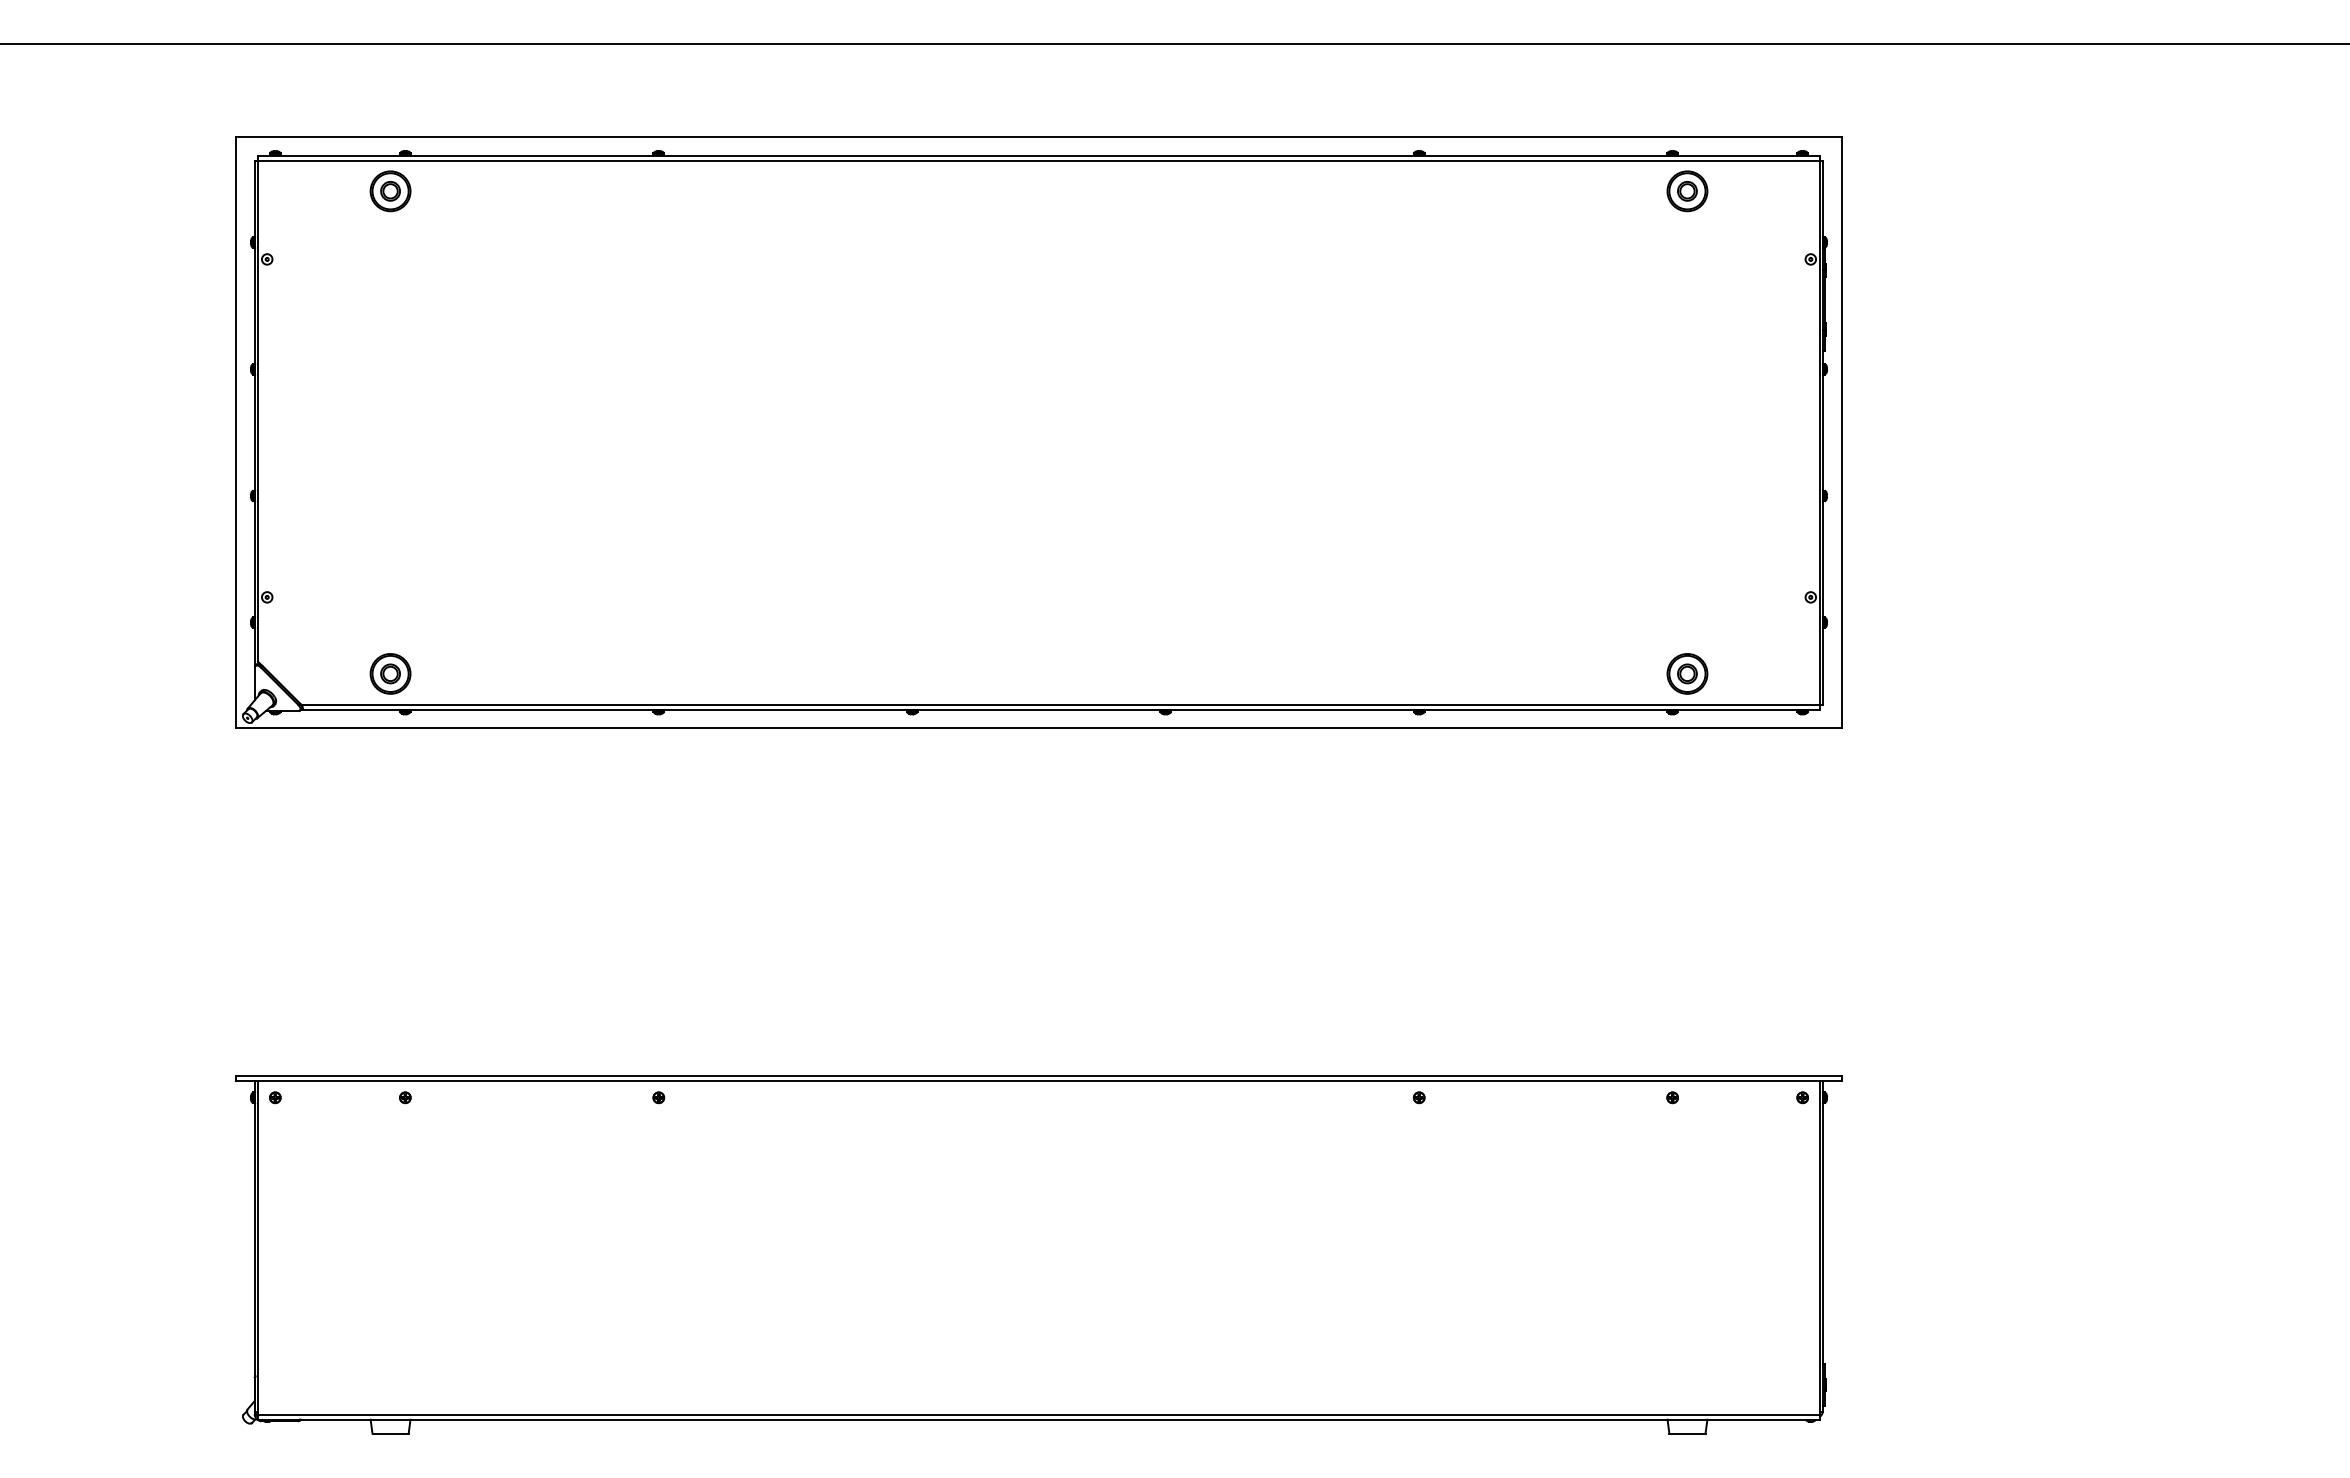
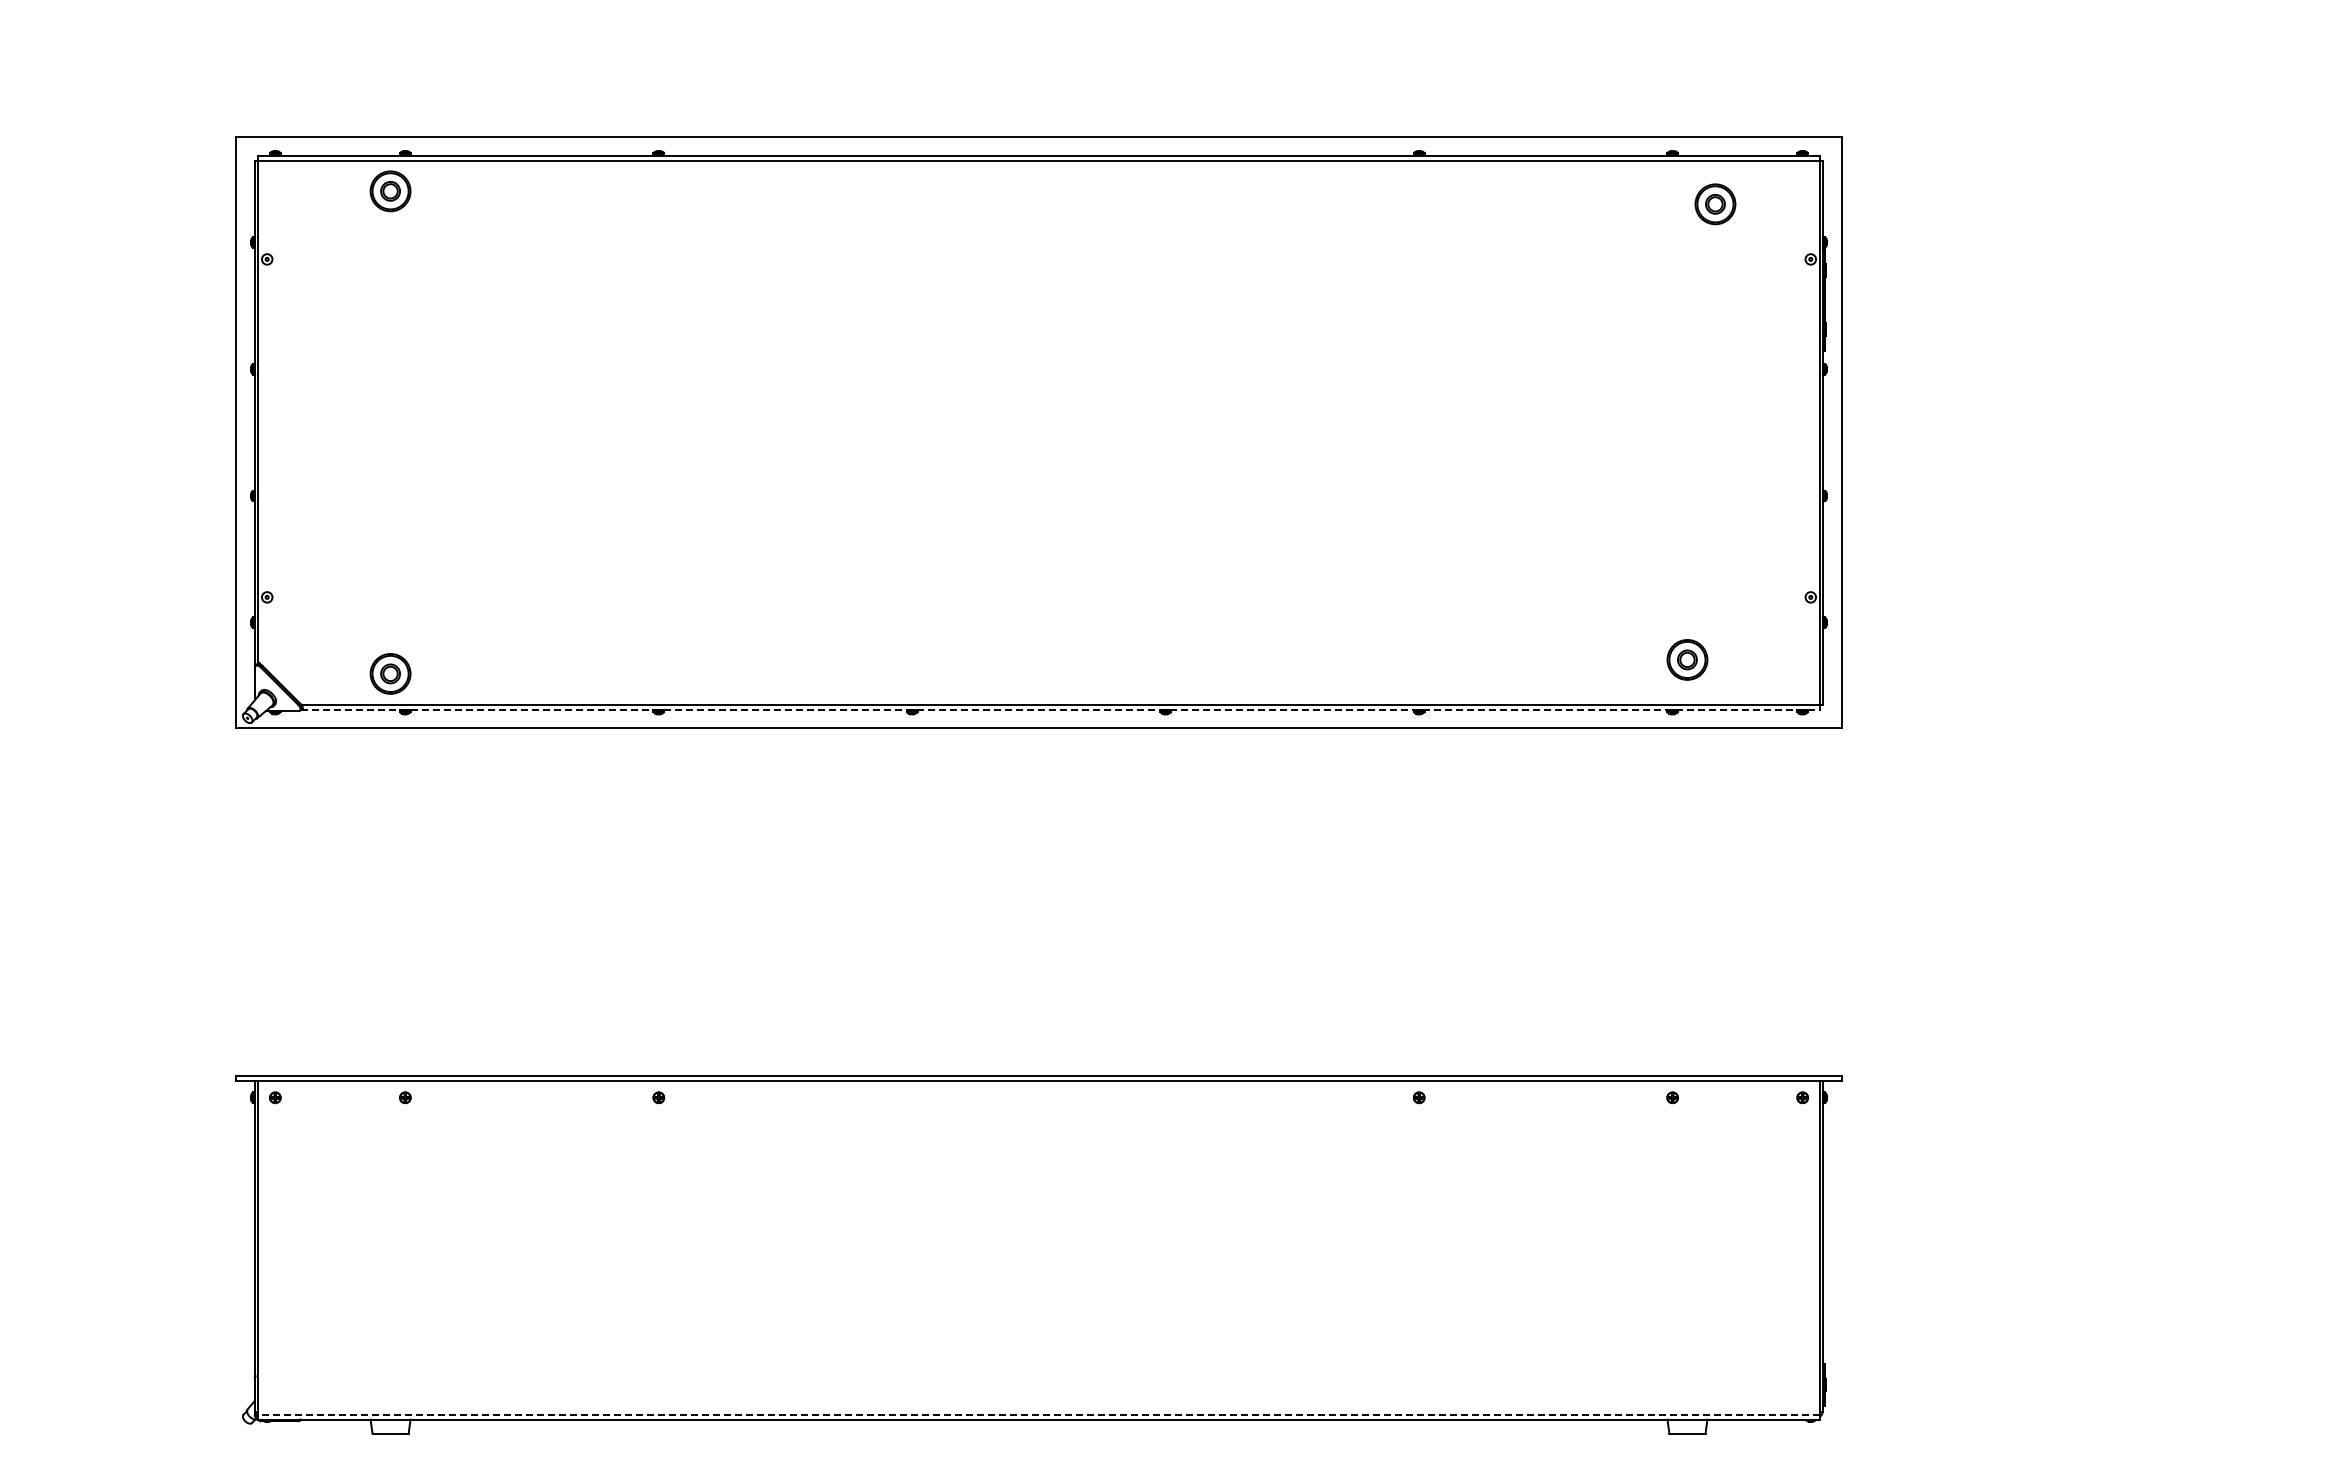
line at (1174, 44): present -> none
part at (1687, 191) position: (1687, 191) -> (1715, 204)
part at (1687, 673) position: (1687, 673) -> (1687, 659)
line at (1060, 709): solid -> dashed
line at (1038, 1414): solid -> dashed
